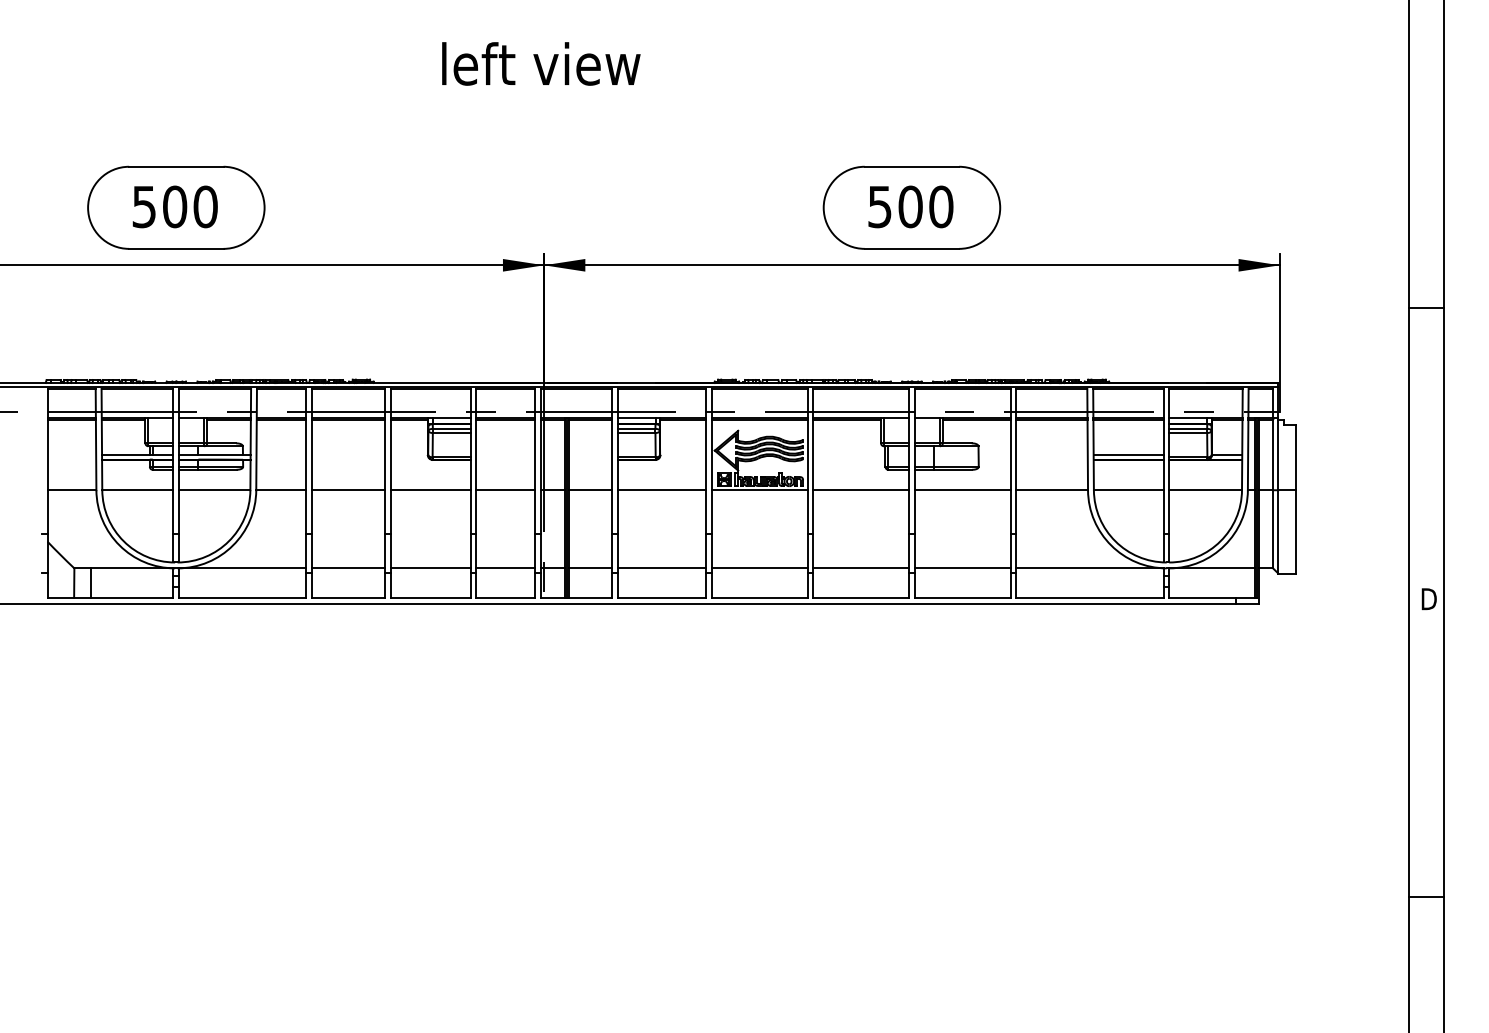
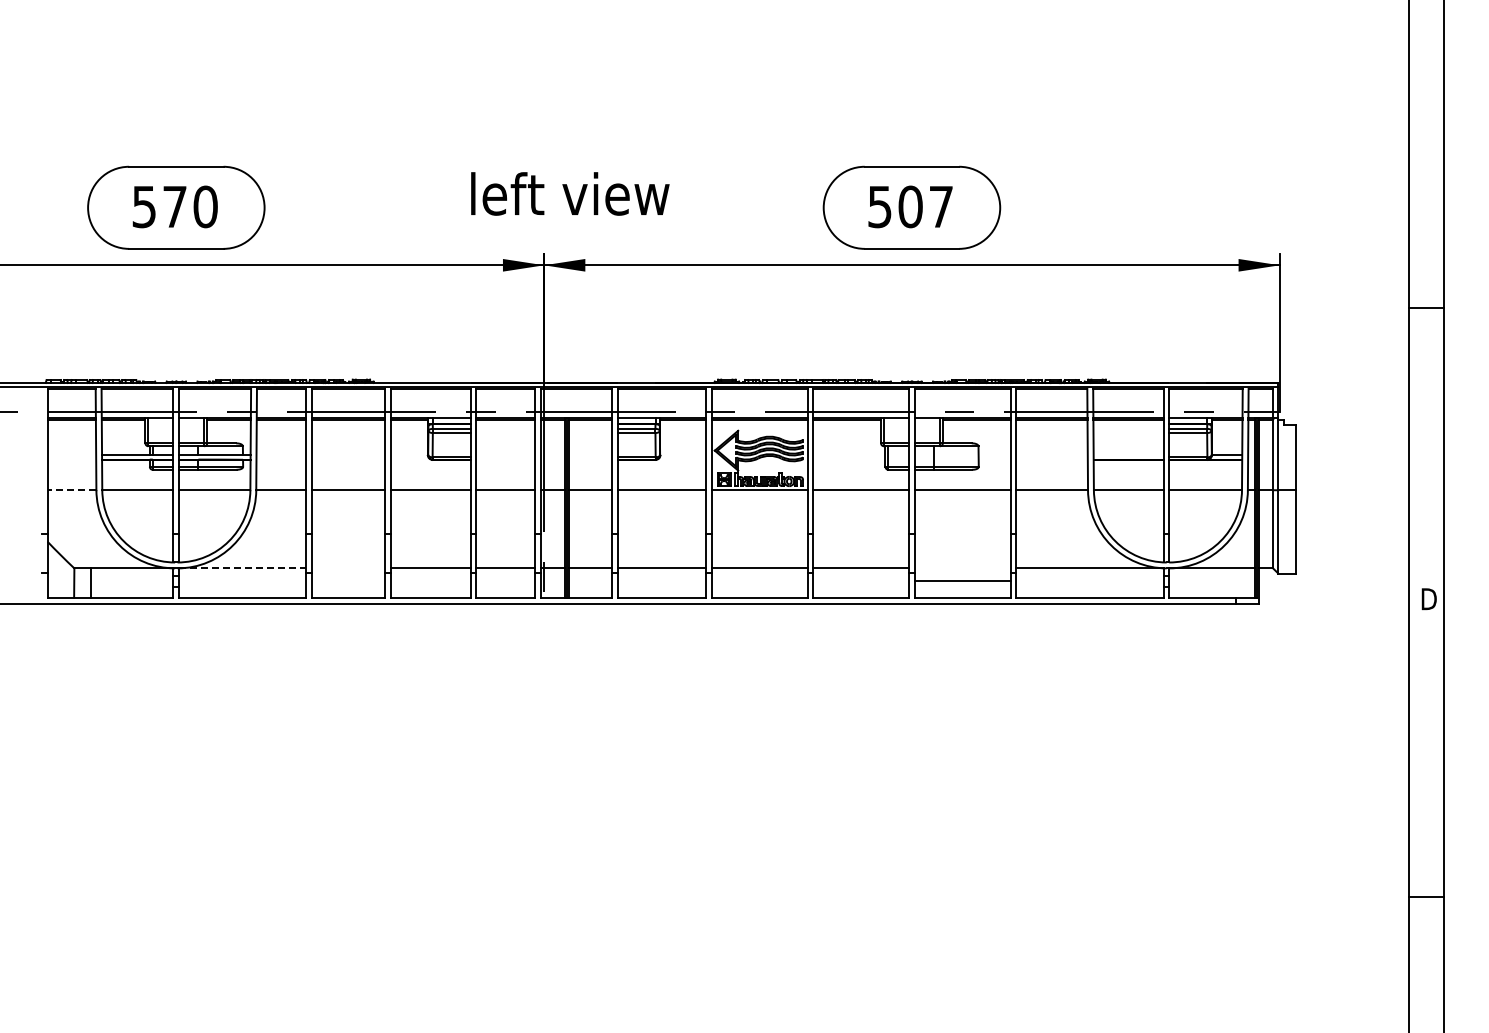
text at (541, 63) position: (541, 63) -> (570, 193)
text at (175, 206): 500 -> 570
text at (941, 206): 500 -> 507
line at (1128, 455): present -> none
line at (71, 490): solid -> dashed
line at (243, 568): solid -> dashed
line at (348, 568): present -> none
line at (962, 568) position: (962, 568) -> (962, 581)
